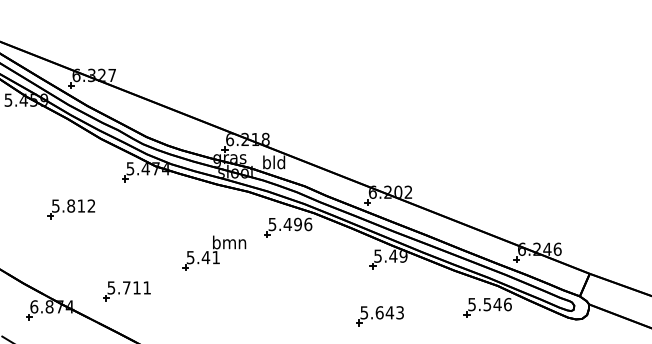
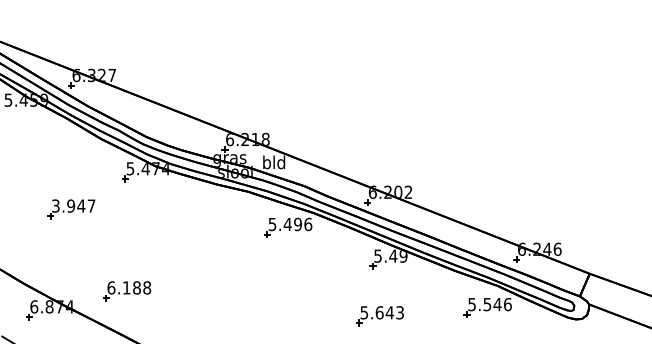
text at (73, 205): 5.812 -> 3.947
part at (214, 252): present -> none
text at (129, 287): 5.711 -> 6.188
